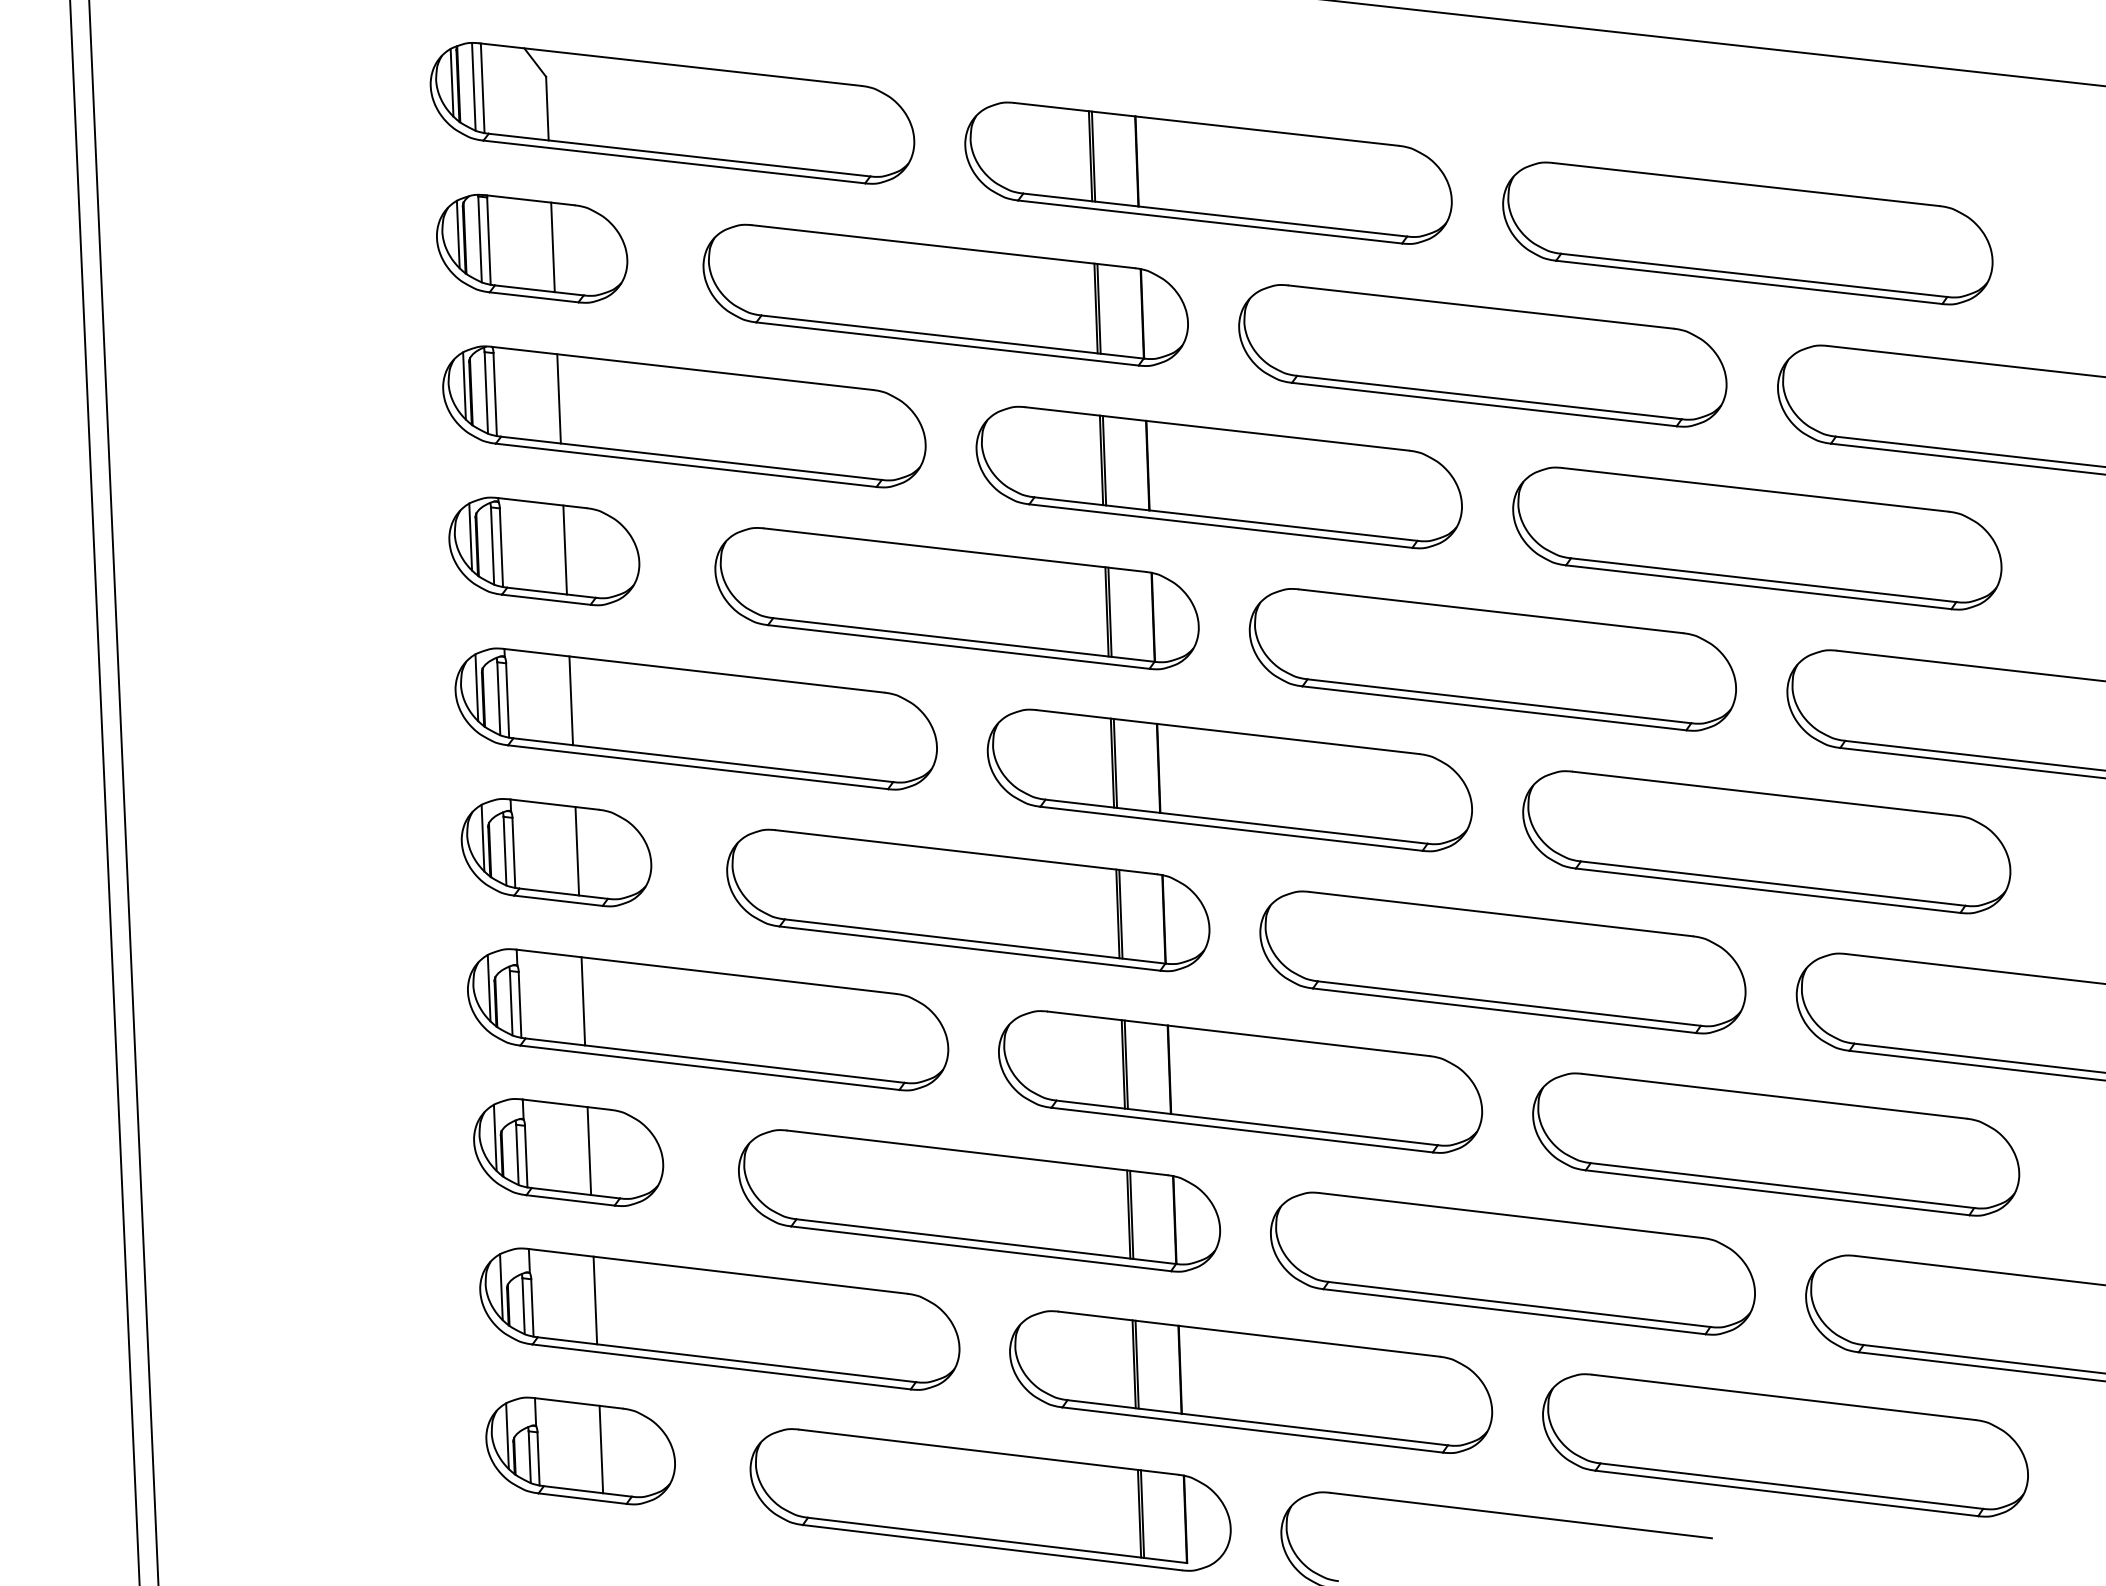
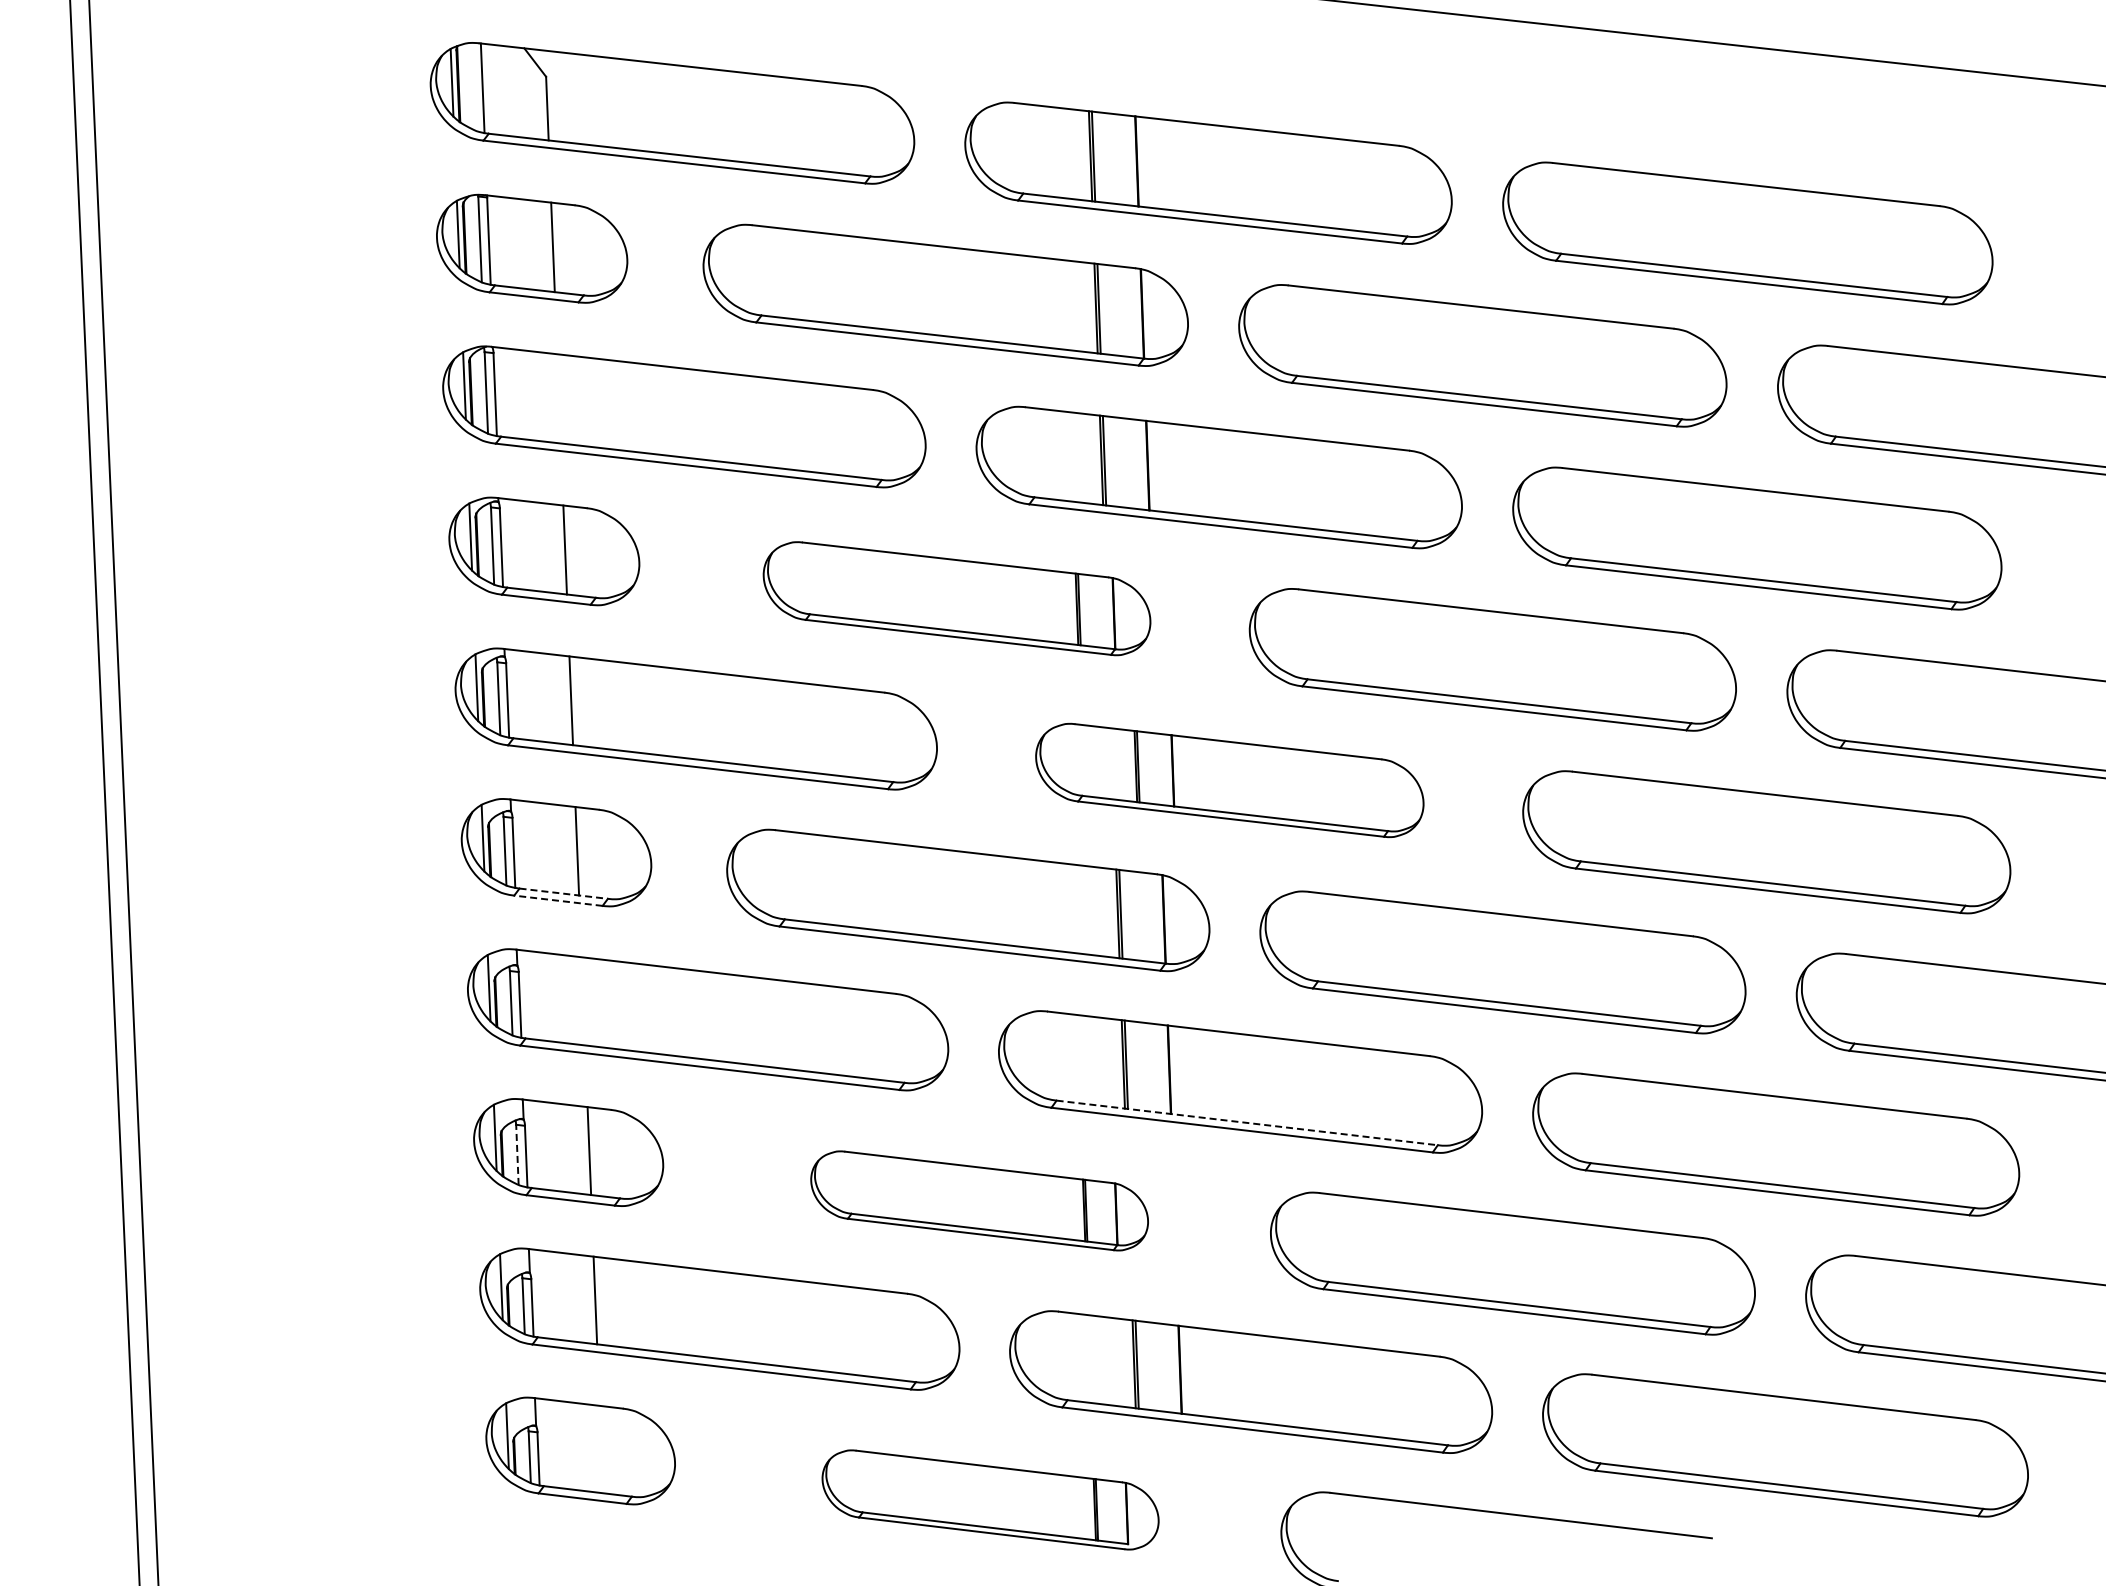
line at (473, 86): present -> none
line at (558, 398): present -> none
part at (956, 598) size: 486x144 px -> 390x116 px
part at (1229, 780) size: 487x145 px -> 390x116 px
line at (564, 893): solid -> dashed
line at (558, 900): solid -> dashed
line at (583, 1001): present -> none
line at (1247, 1122): solid -> dashed
line at (517, 1154): solid -> dashed
part at (979, 1200) size: 484x144 px -> 339x102 px
line at (601, 1449): present -> none
part at (990, 1499) size: 483x144 px -> 339x102 px
